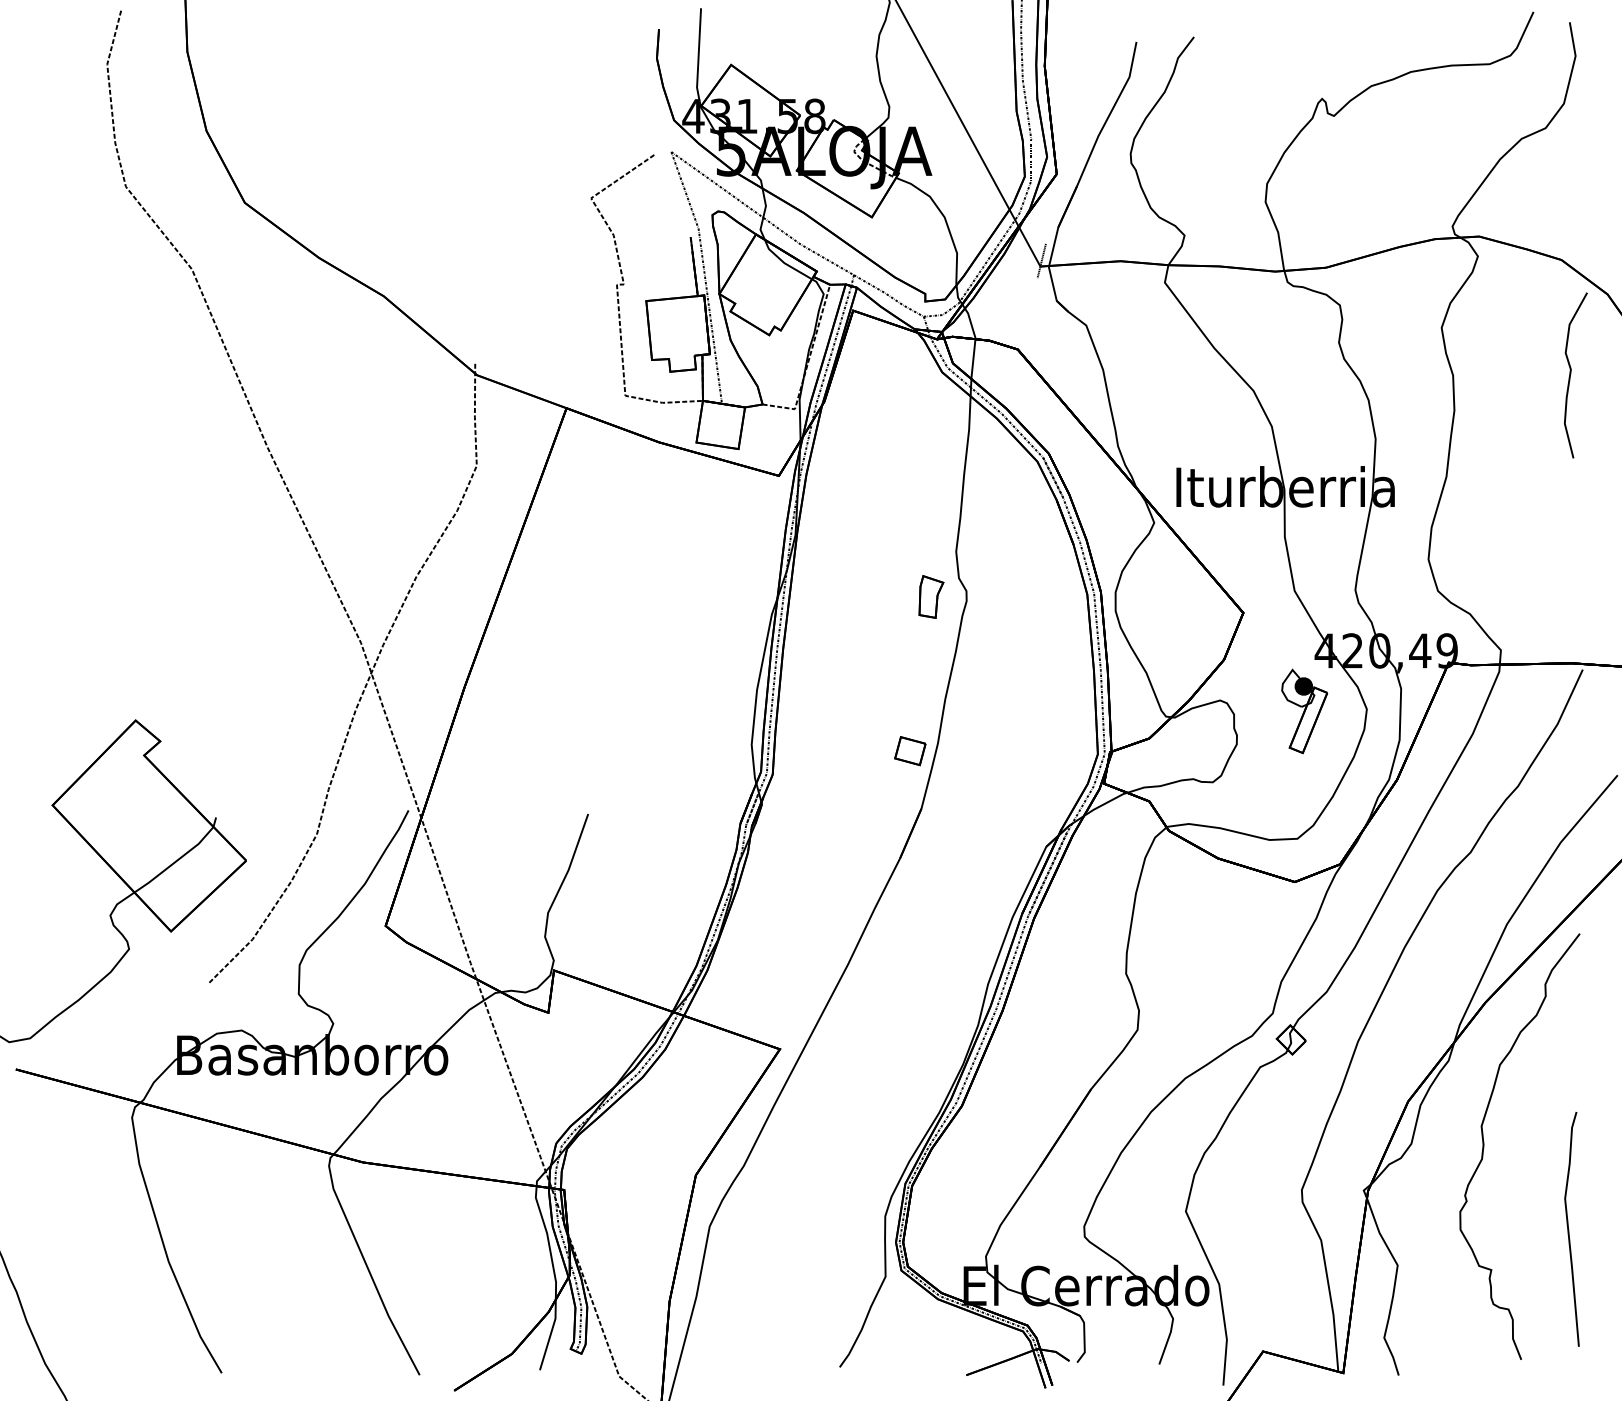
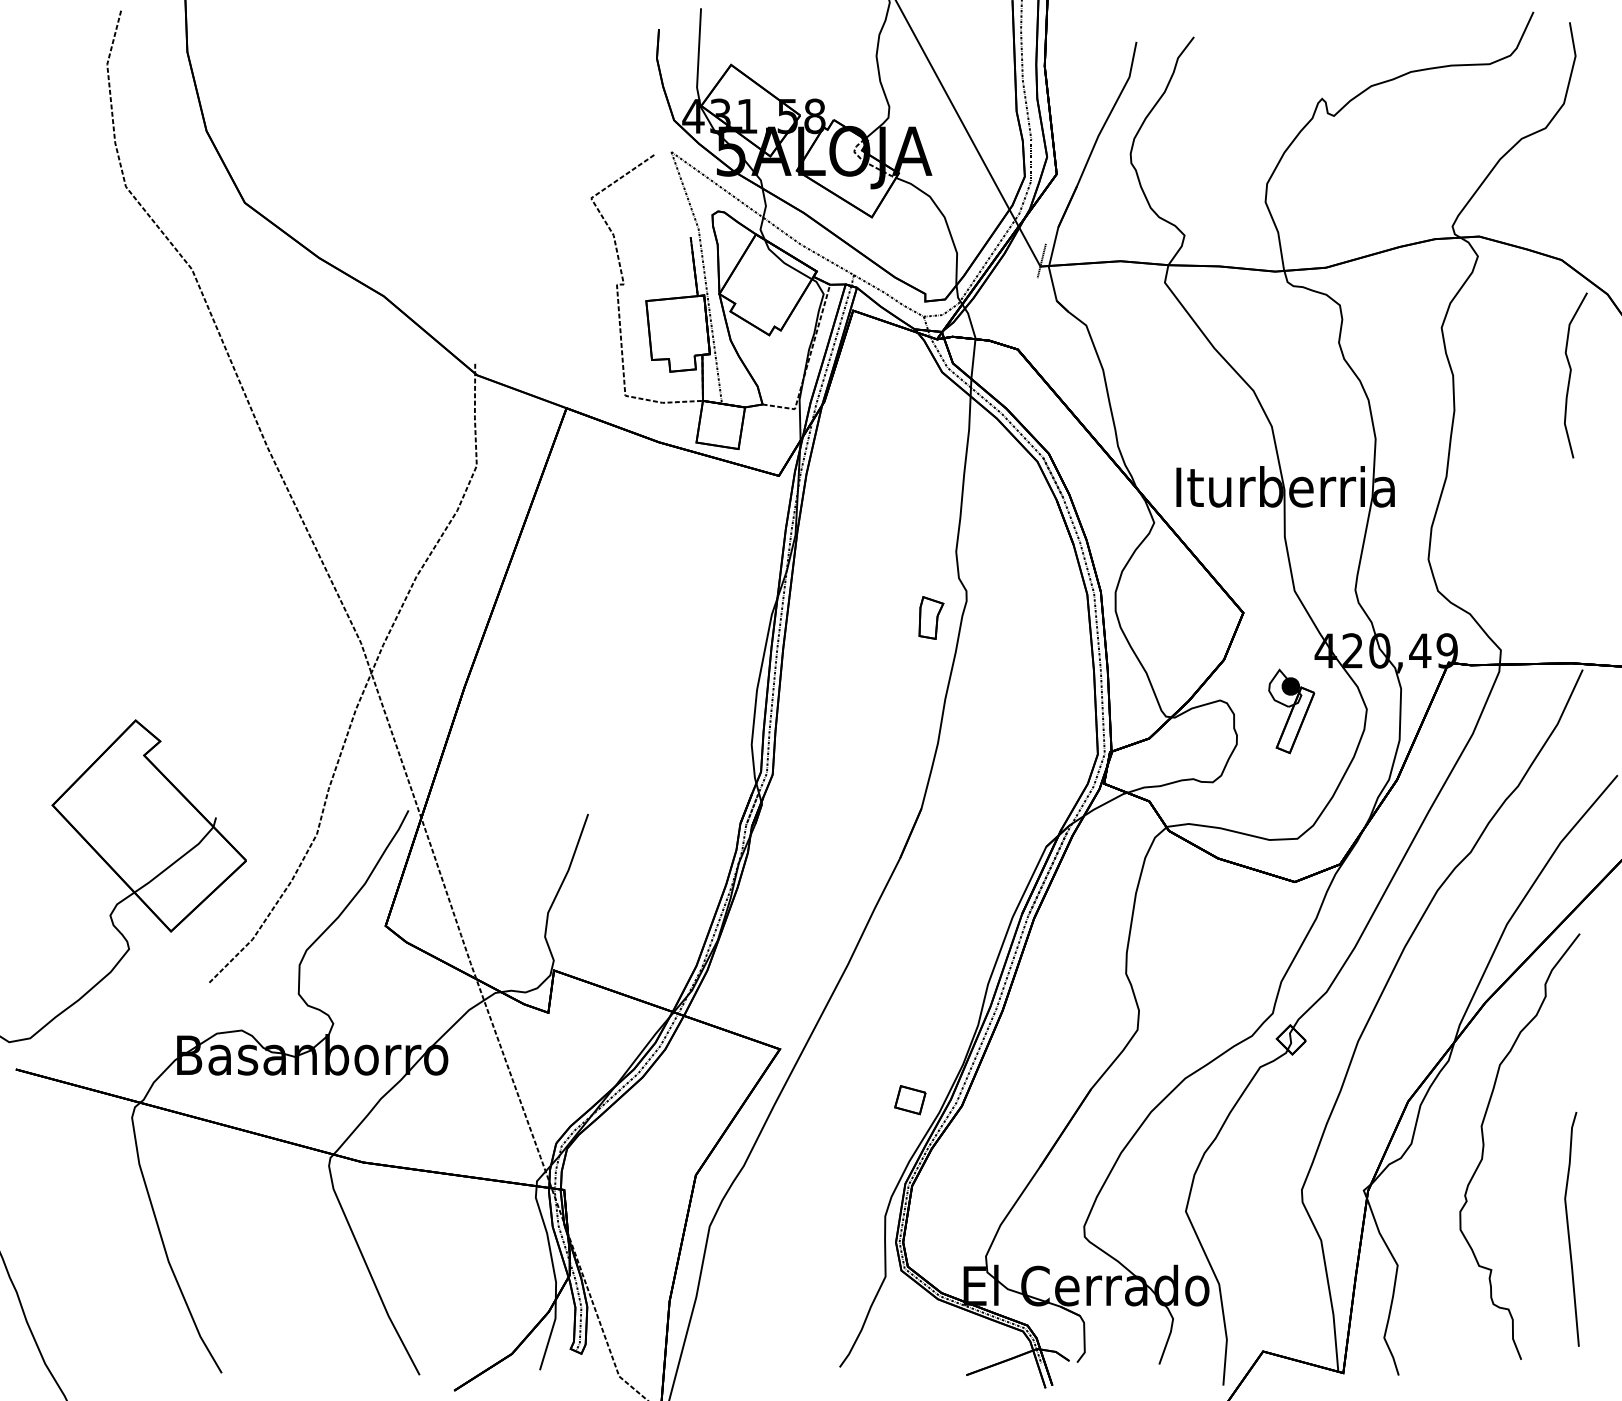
part at (931, 596) position: (931, 596) -> (931, 617)
part at (1304, 711) position: (1304, 711) -> (1291, 711)
part at (910, 751) position: (910, 751) -> (910, 1100)
